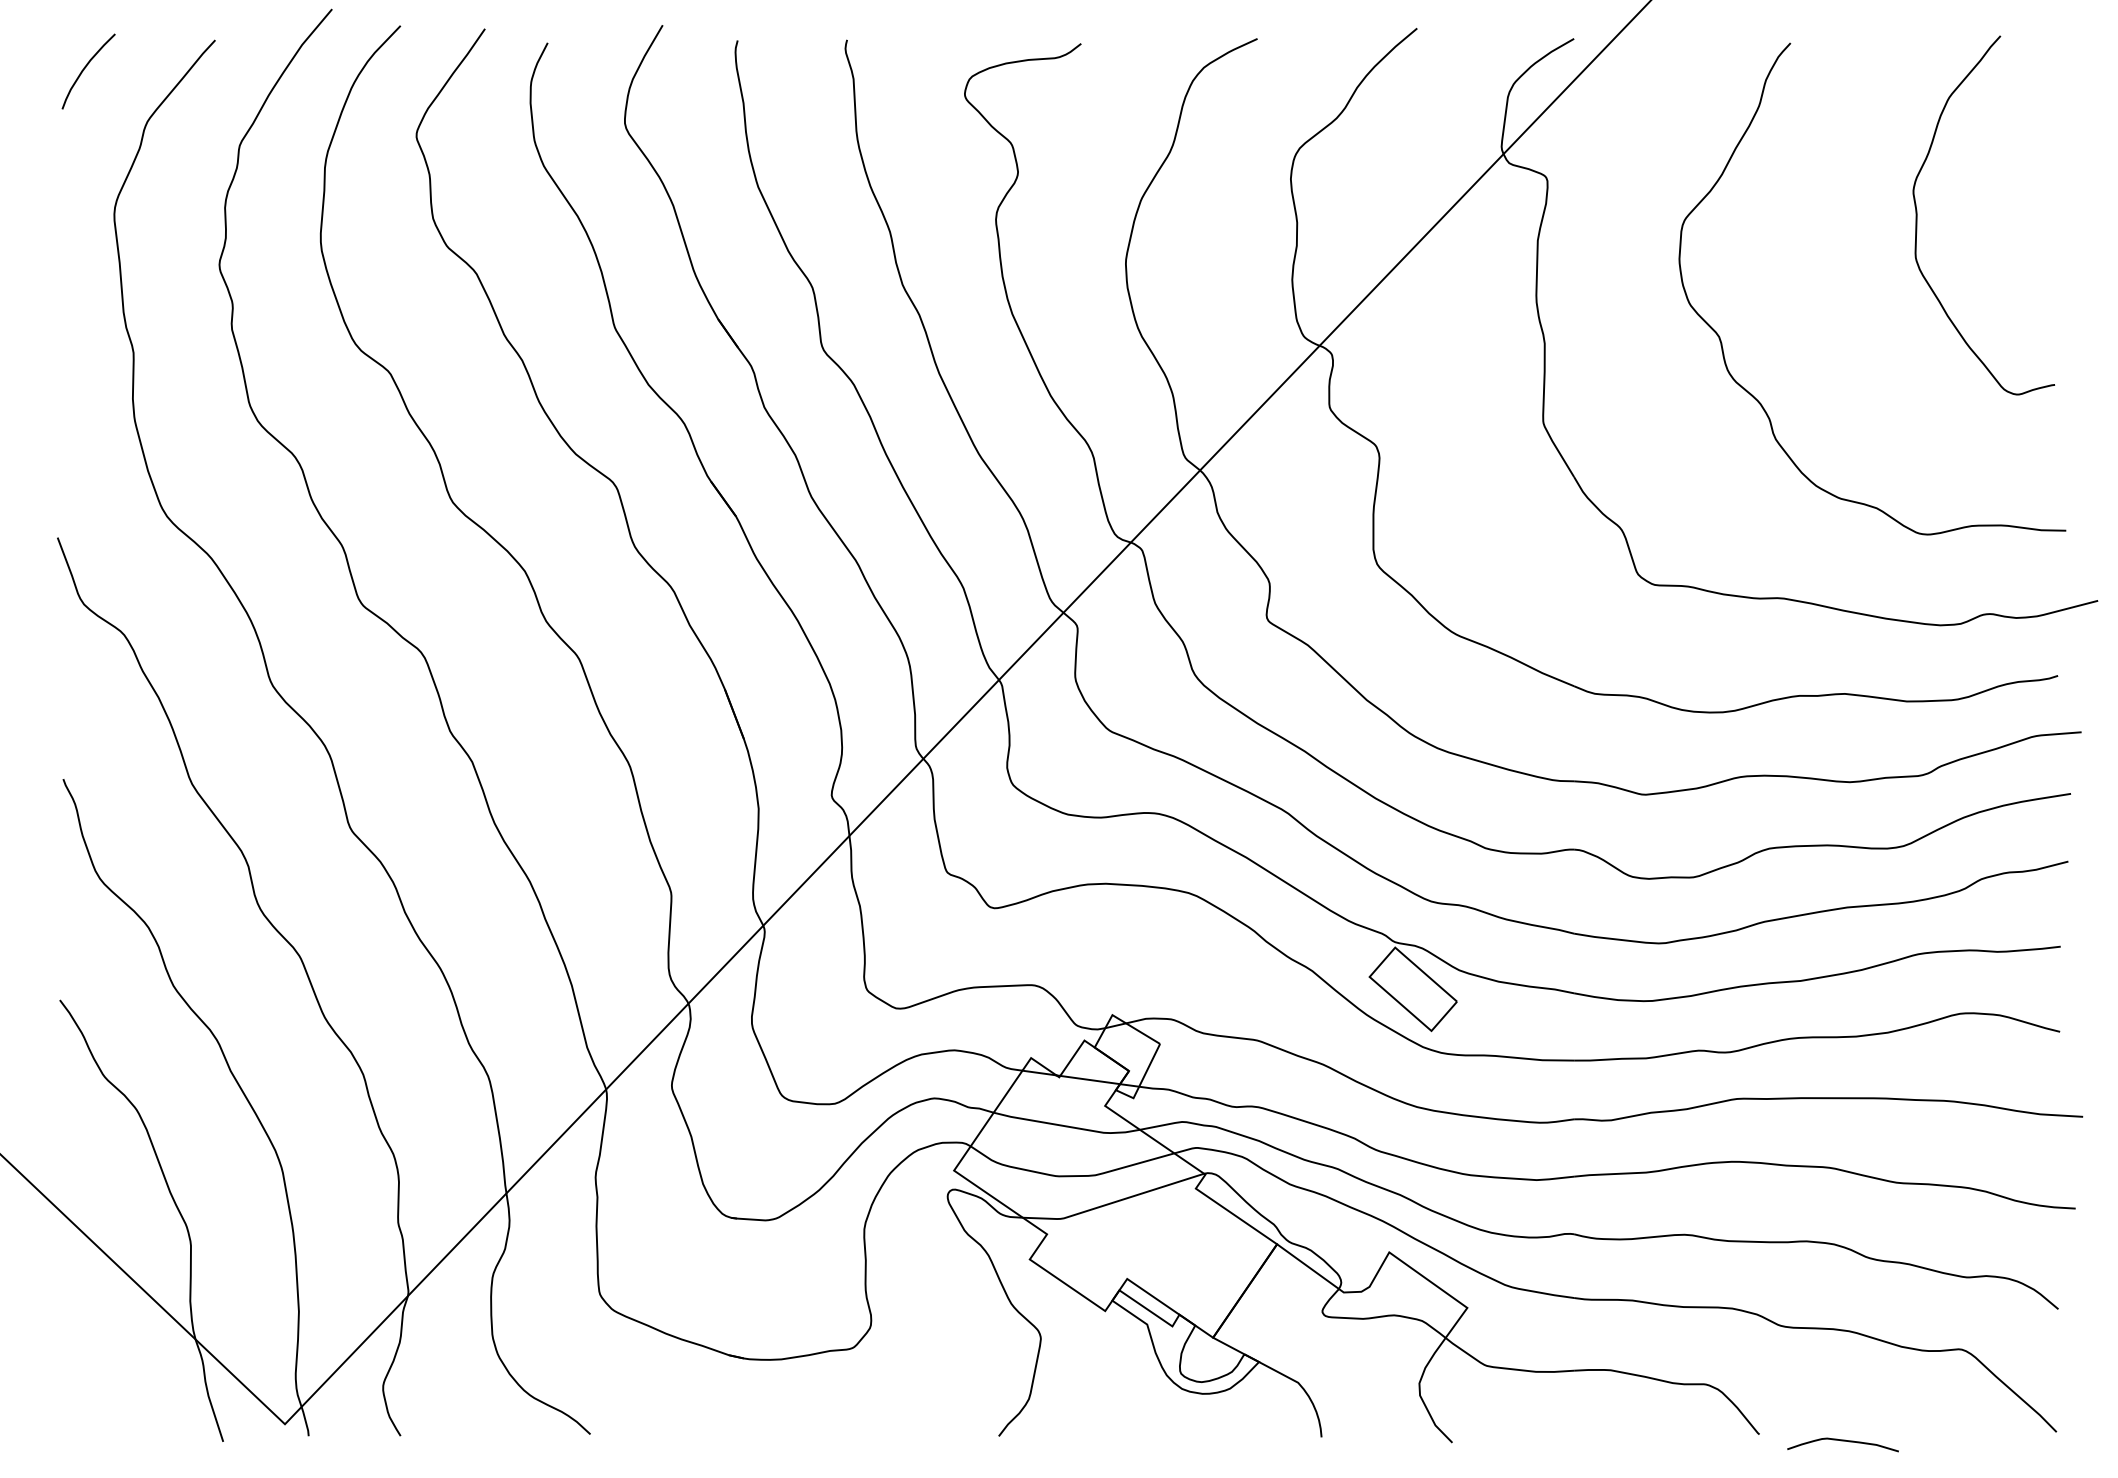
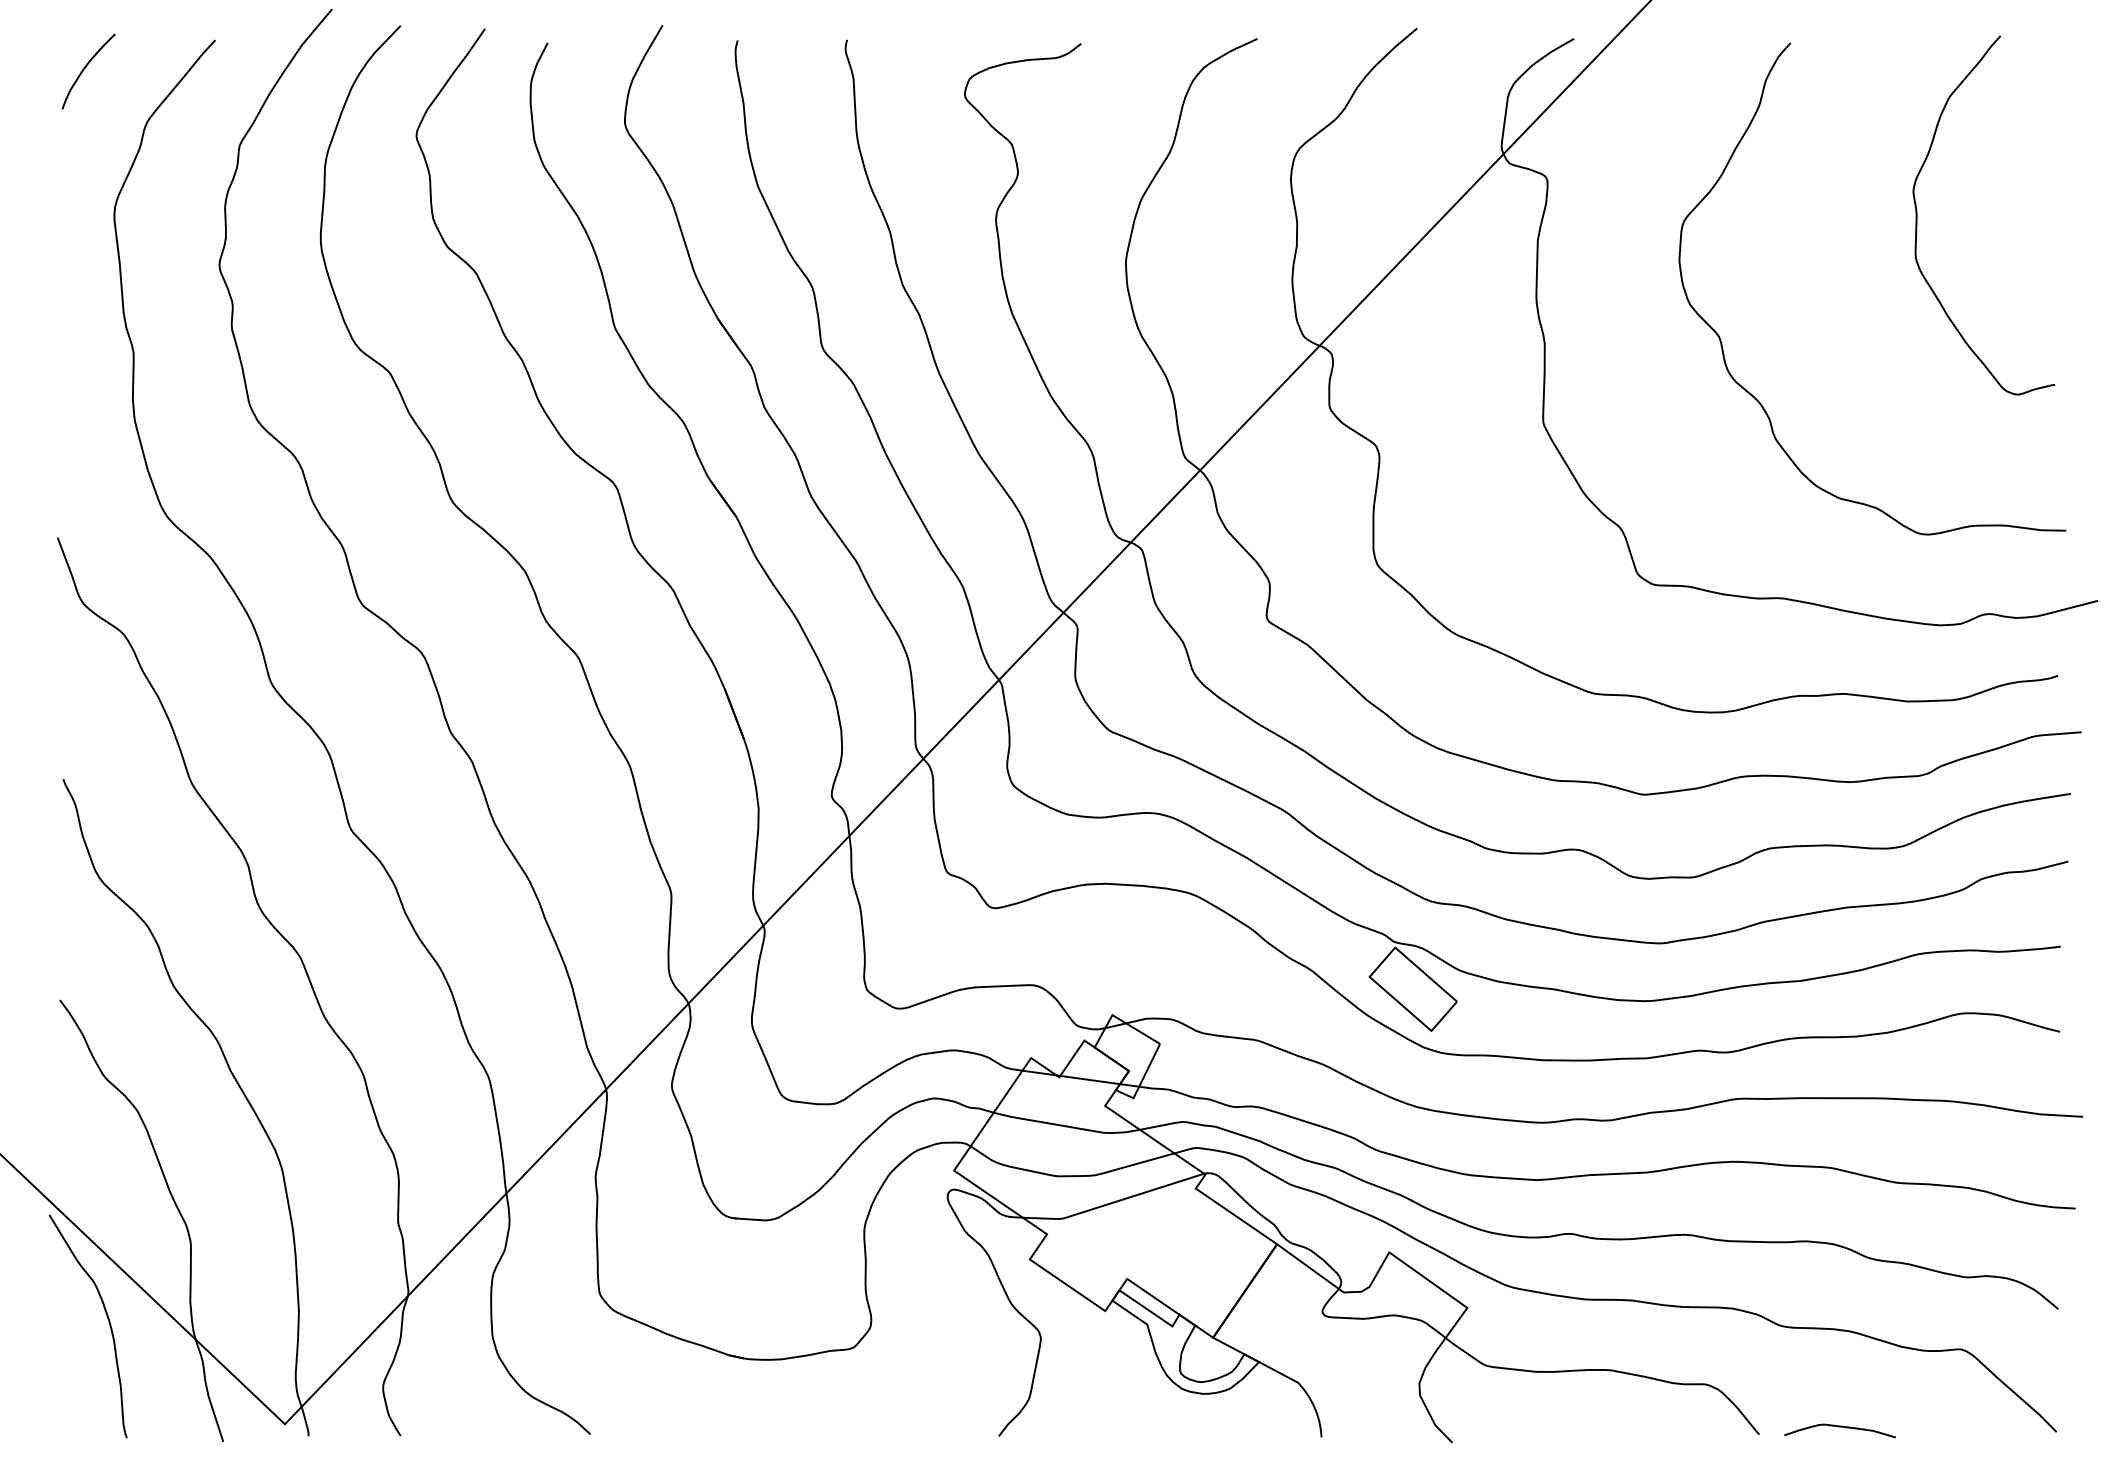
curve at (107, 1319): none -> present
curve at (1842, 1441) position: (1842, 1441) -> (1839, 1427)
